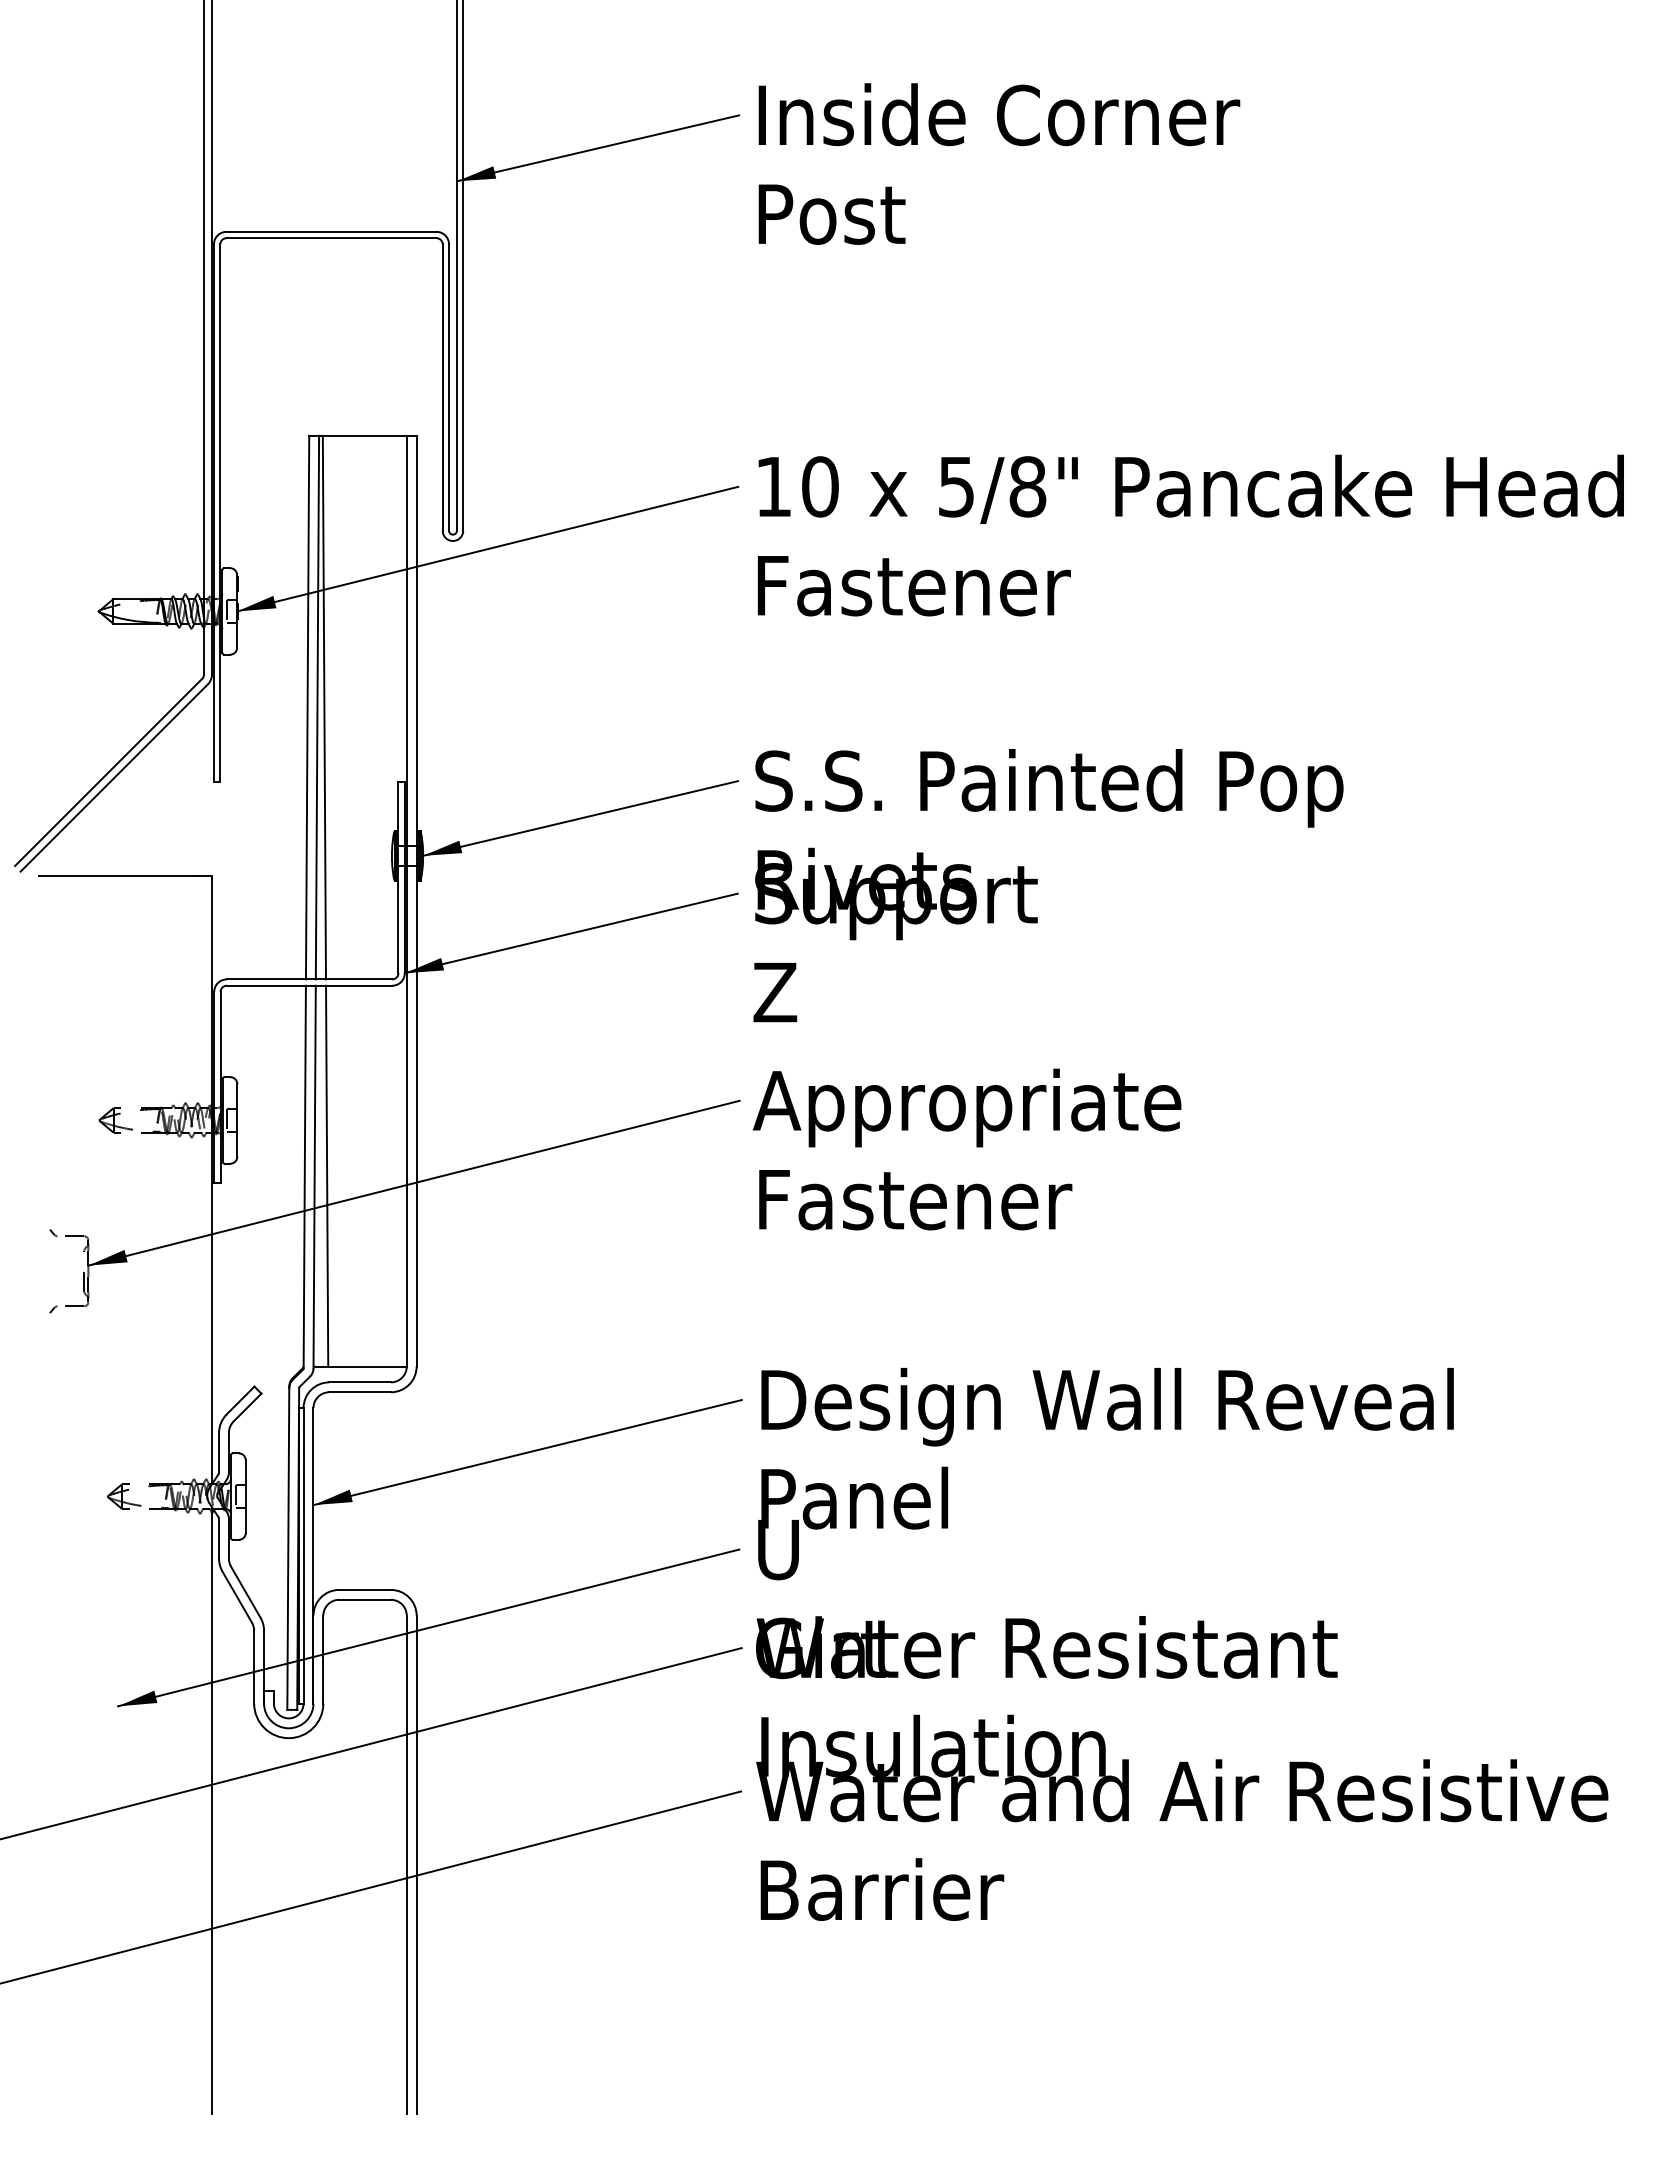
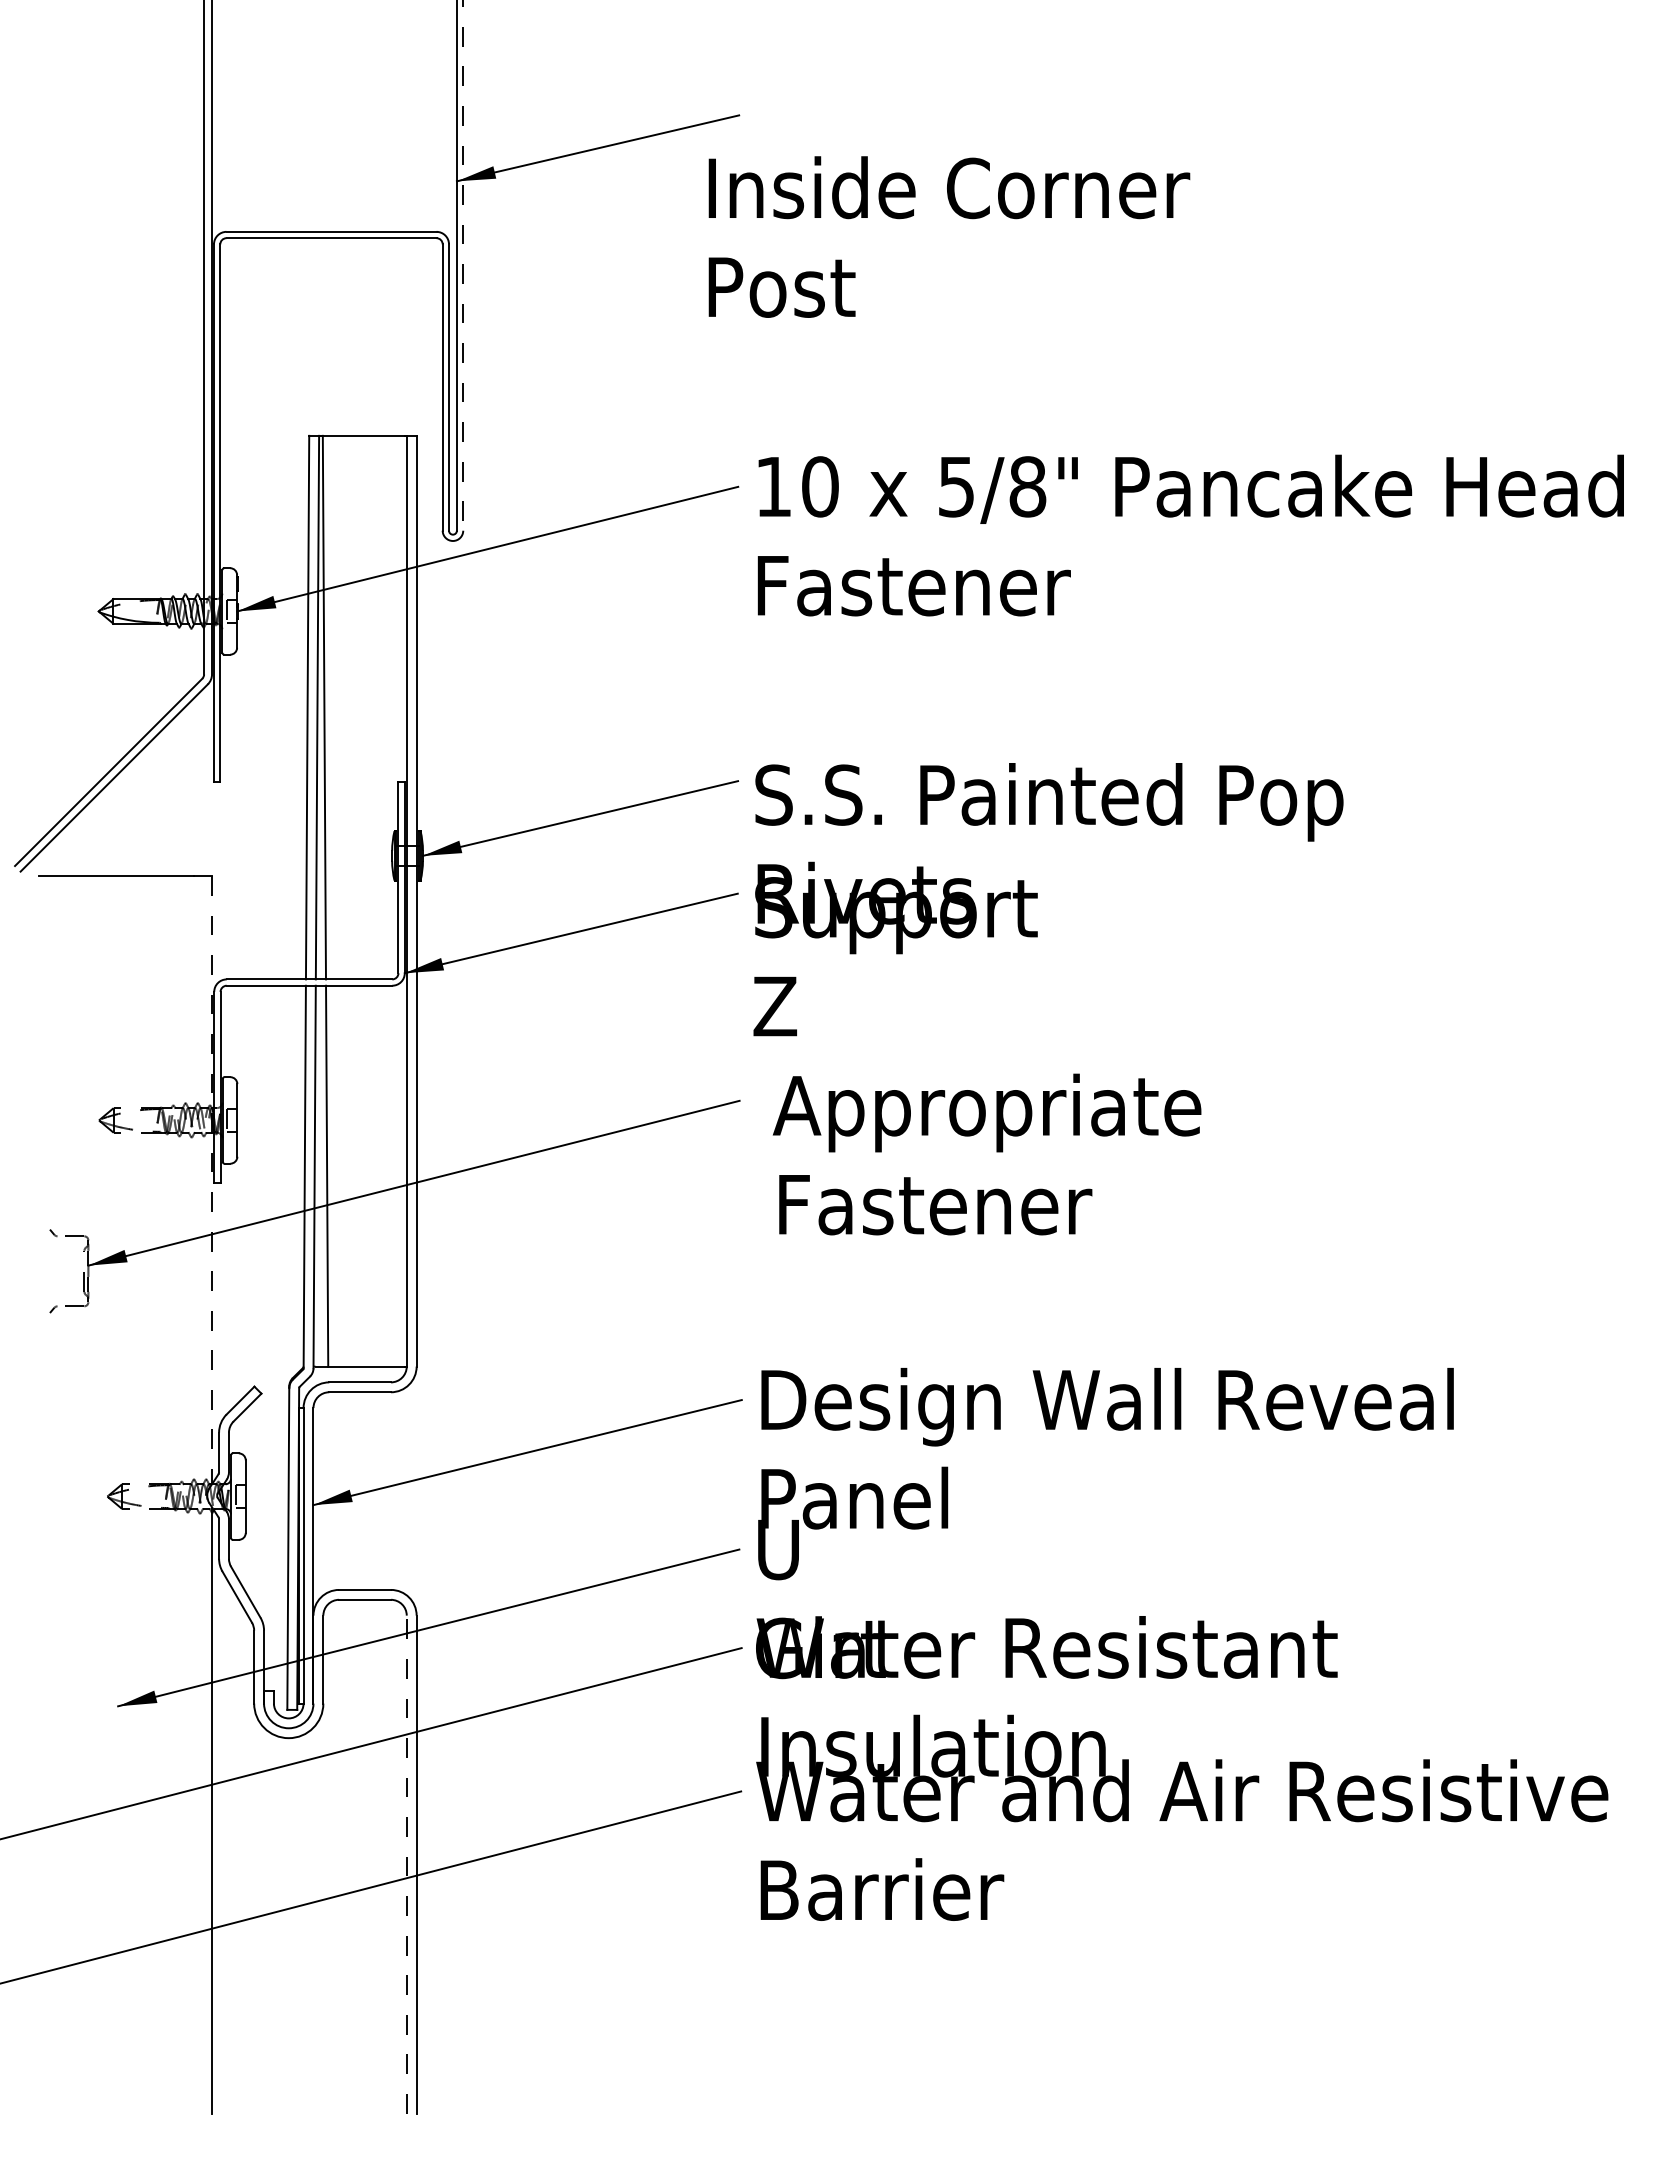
text at (999, 163) position: (999, 163) -> (949, 236)
line at (463, 265): solid -> dashed
text at (1048, 885) position: (1048, 885) -> (1048, 899)
text at (966, 1149) position: (966, 1149) -> (986, 1154)
line at (212, 1179): solid -> dashed
line at (406, 1864): solid -> dashed
